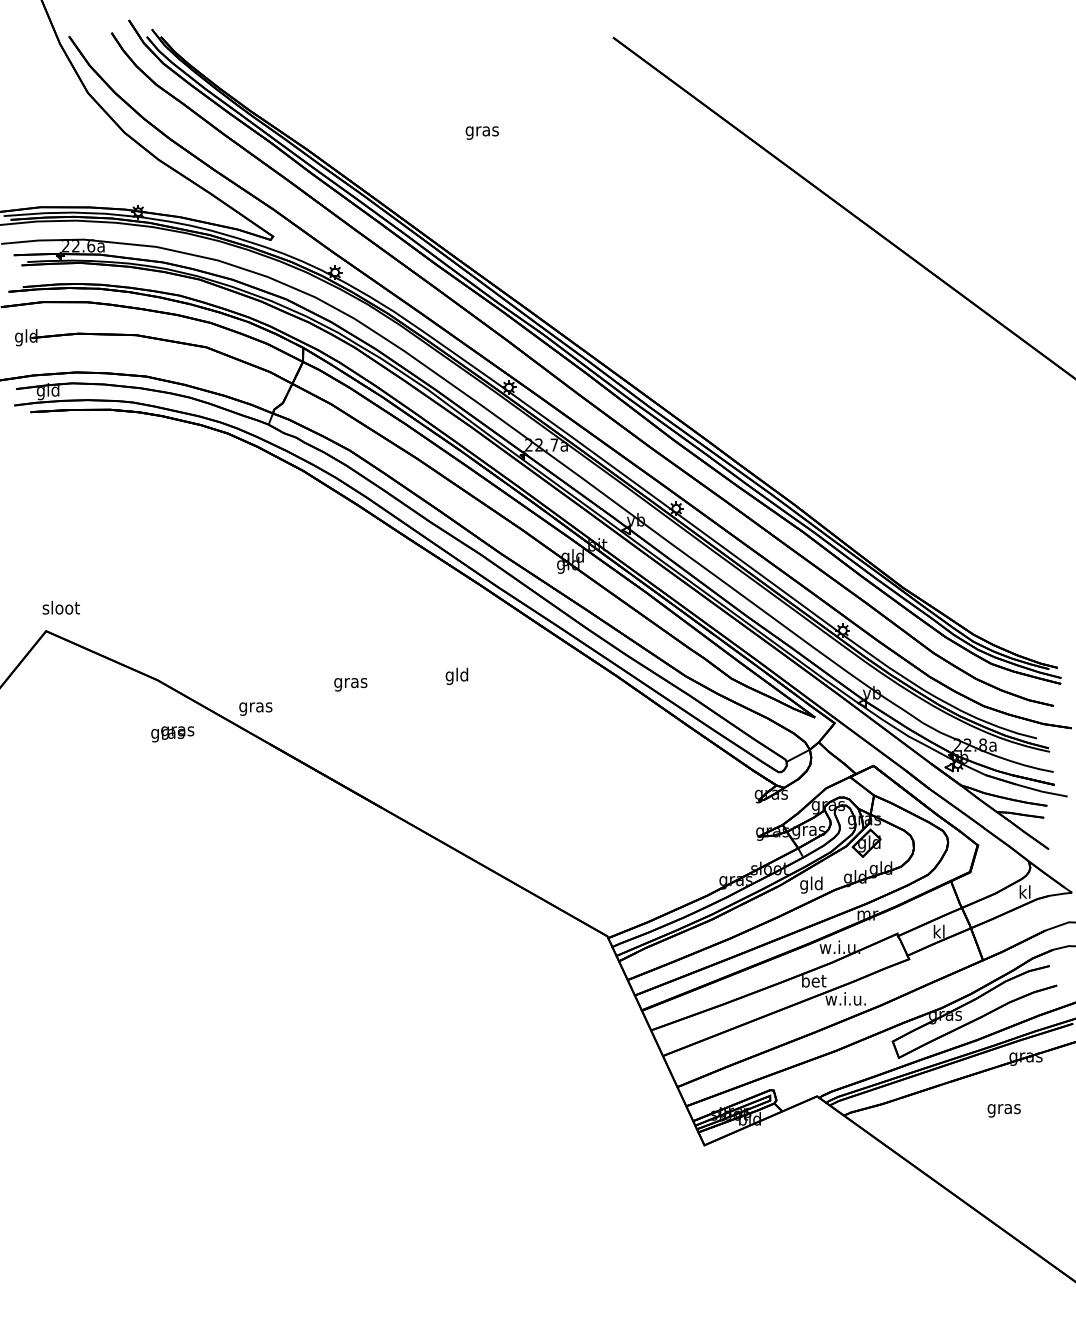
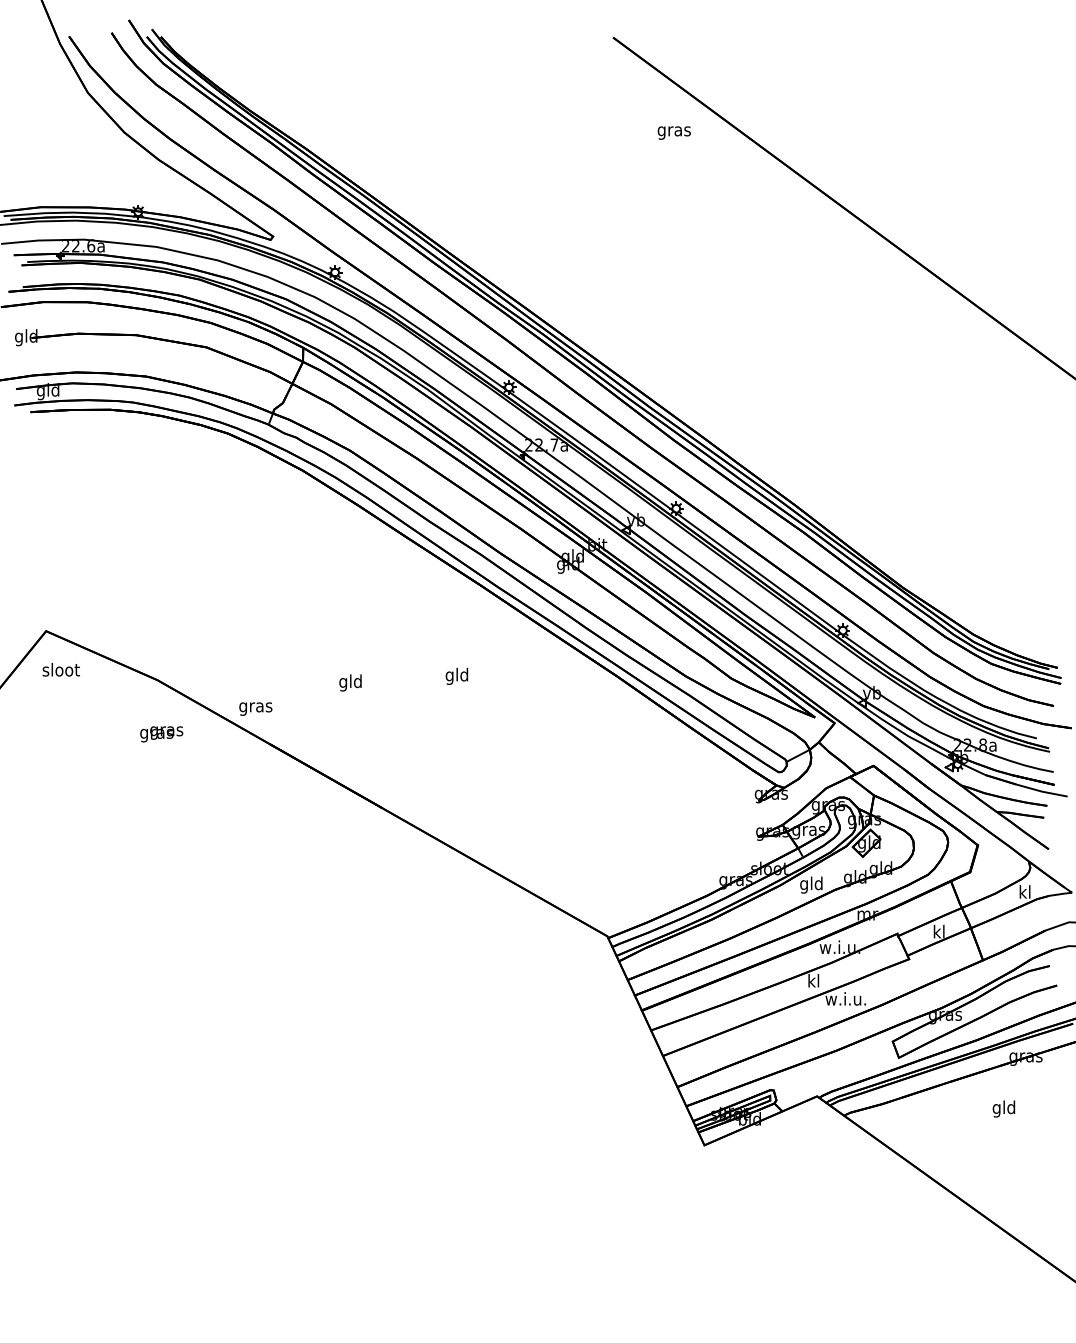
text at (481, 132) position: (481, 132) -> (673, 132)
text at (60, 607) position: (60, 607) -> (60, 669)
text at (350, 682): gras -> gld
text at (172, 734) position: (172, 734) -> (161, 734)
text at (814, 980): bet -> kl
text at (1003, 1108): gras -> gld
